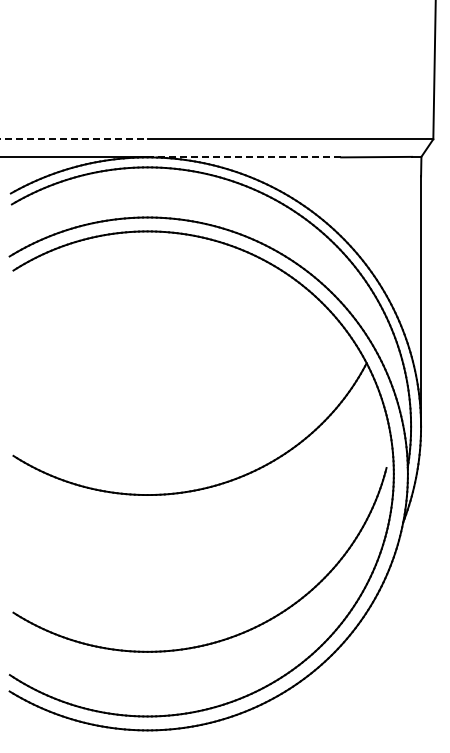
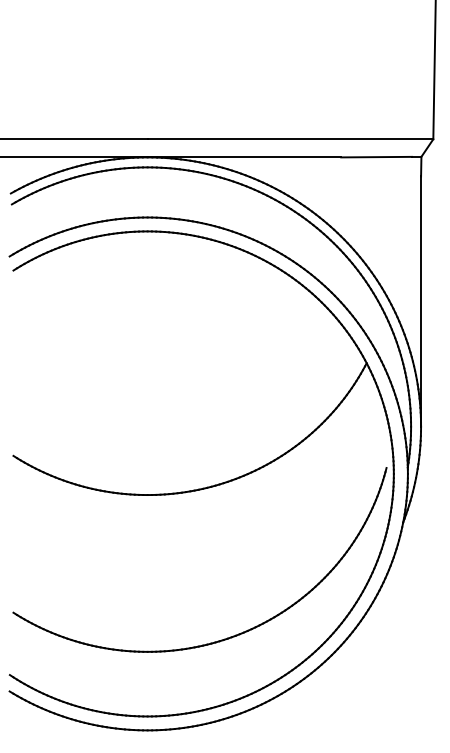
line at (74, 139): dashed -> solid
line at (244, 157): dashed -> solid
